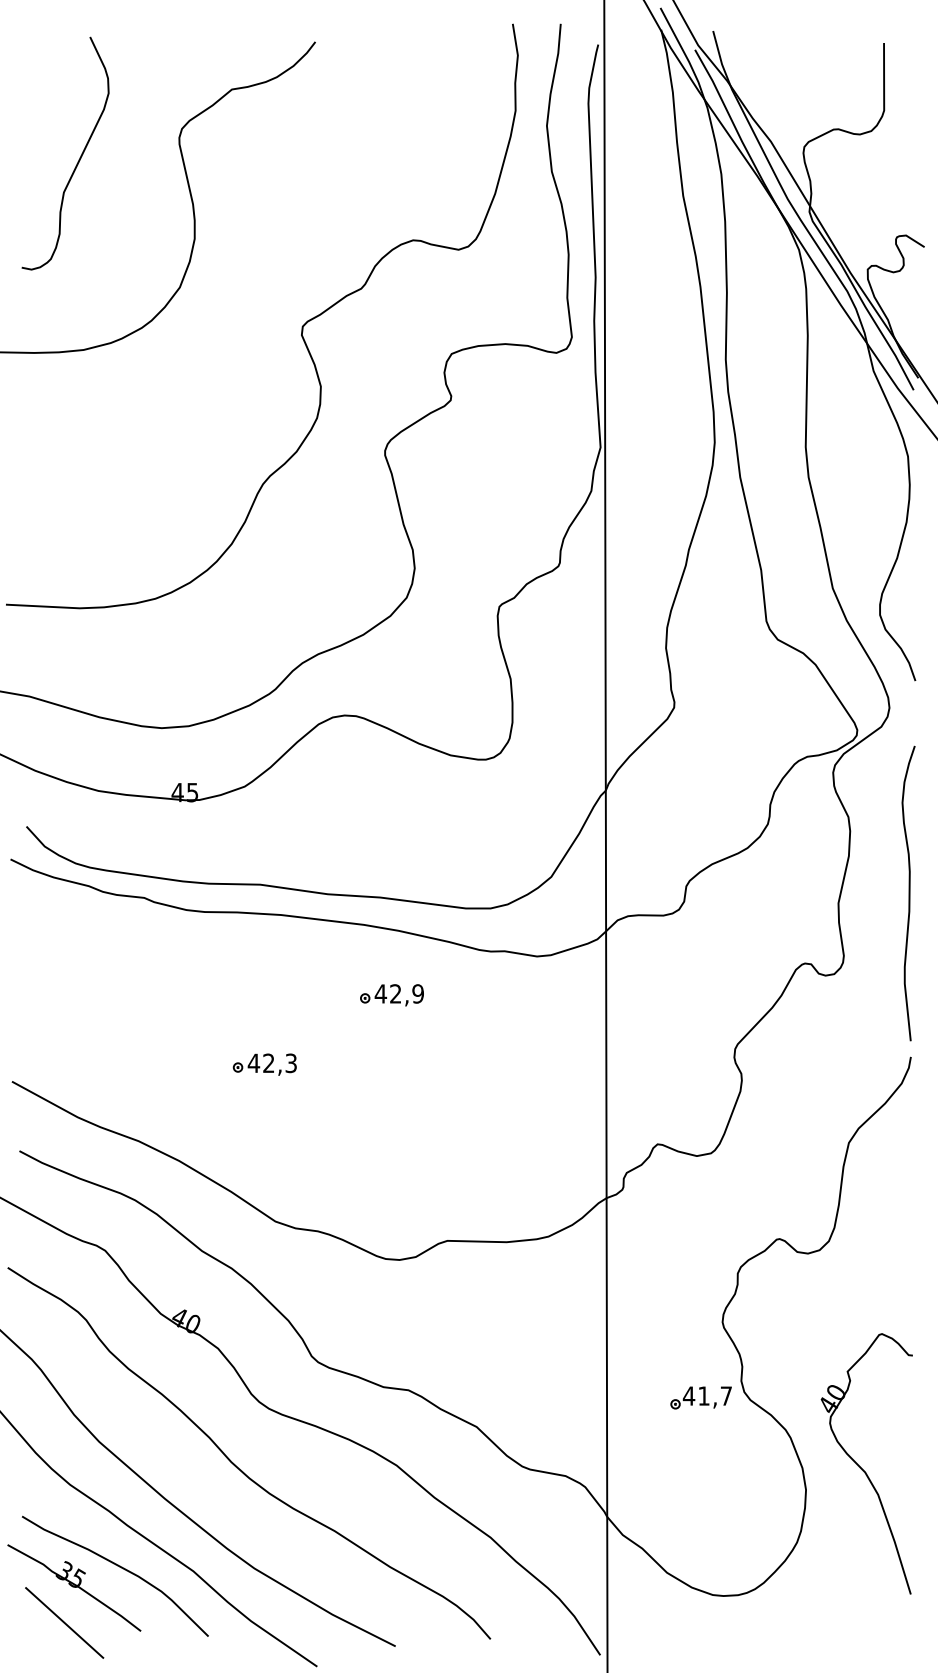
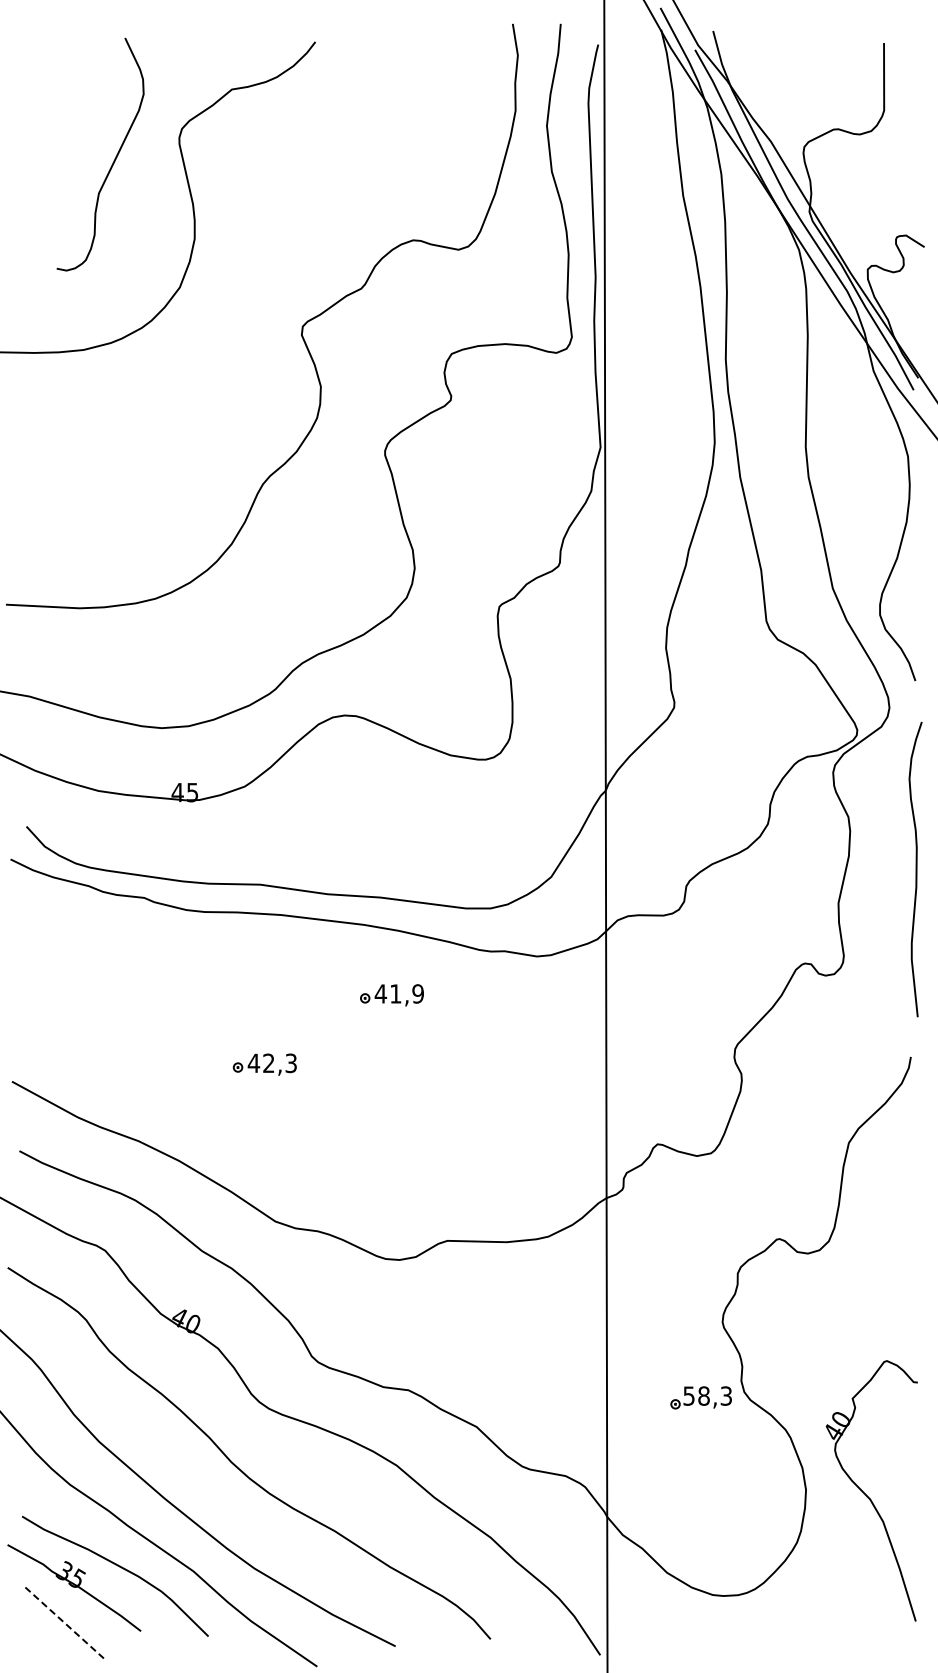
curve at (78, 159) position: (78, 159) -> (113, 160)
curve at (908, 893) position: (908, 893) -> (915, 869)
text at (395, 993): 42,9 -> 41,9
text at (706, 1395): 41,7 -> 58,3
part at (861, 1467) position: (861, 1467) -> (866, 1494)
line at (64, 1622): solid -> dashed
